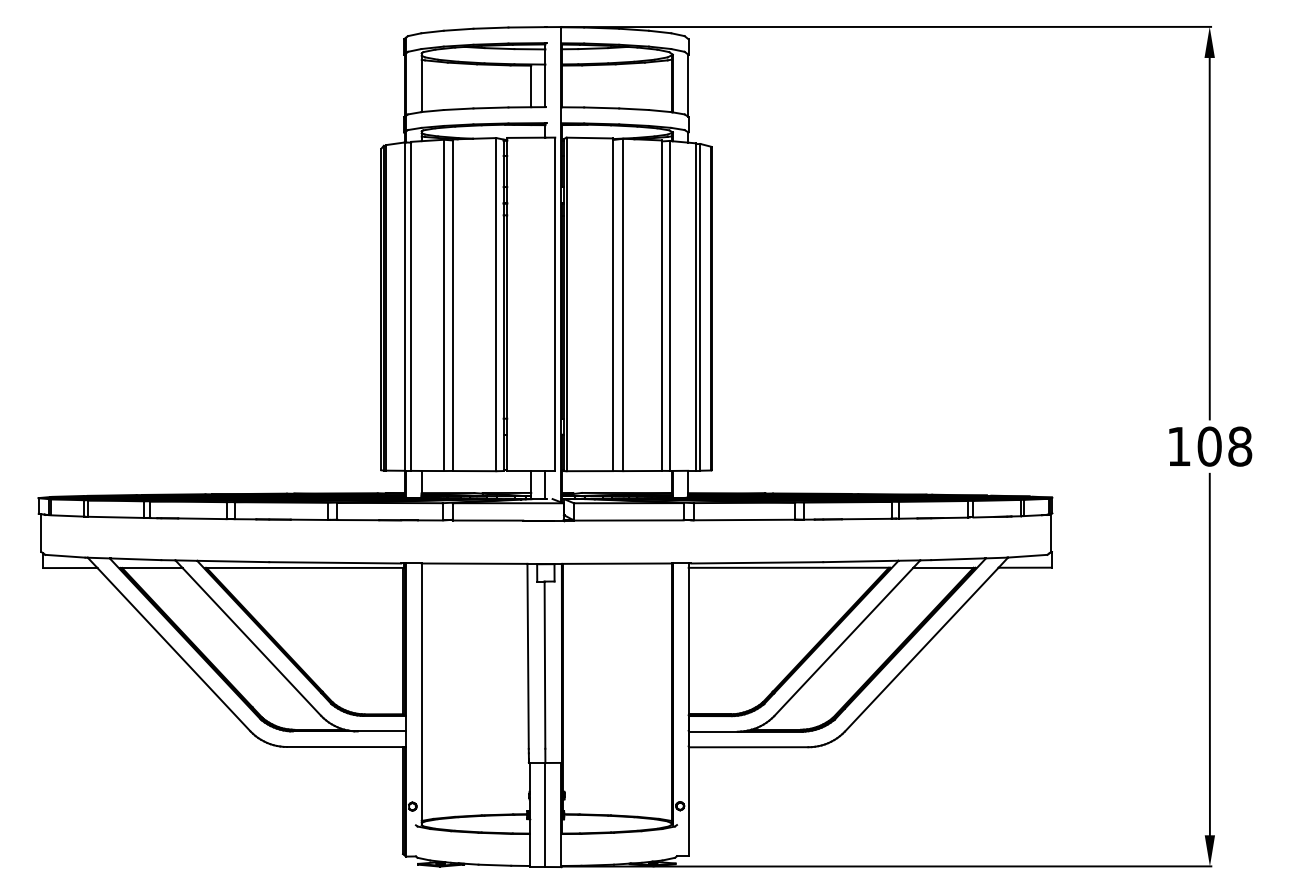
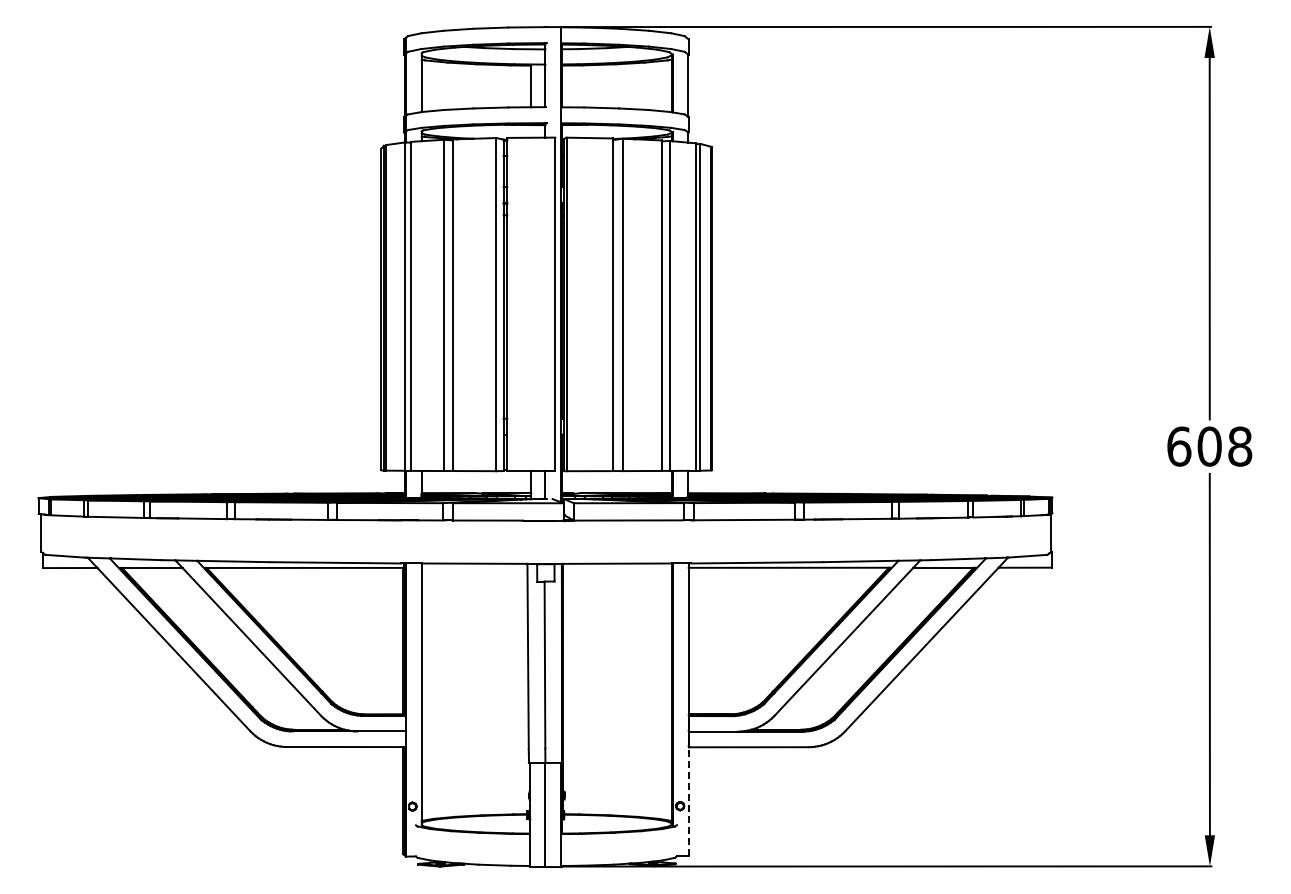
text at (1179, 446): 108 -> 608
line at (688, 801): solid -> dashed
